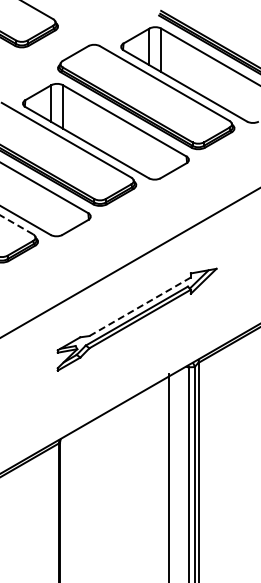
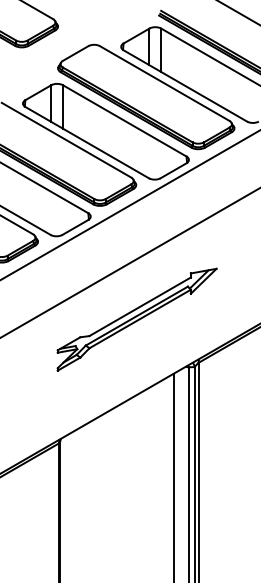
line at (238, 12): none -> present
line at (129, 204): none -> present
line at (16, 224): dashed -> solid
line at (140, 306): dashed -> solid
line at (168, 476) position: (168, 476) -> (173, 476)
